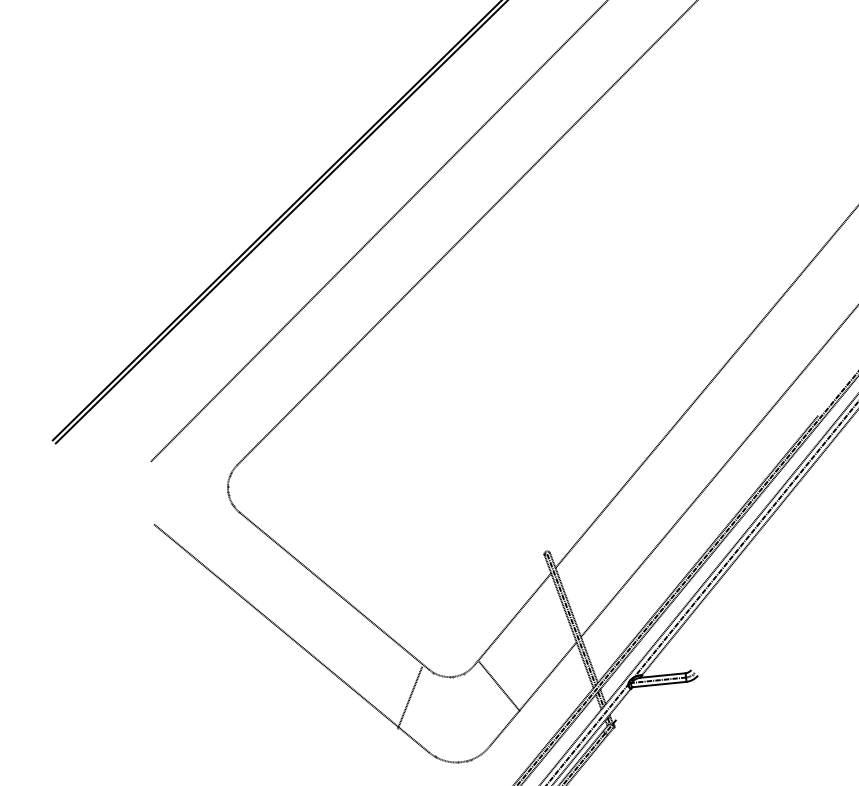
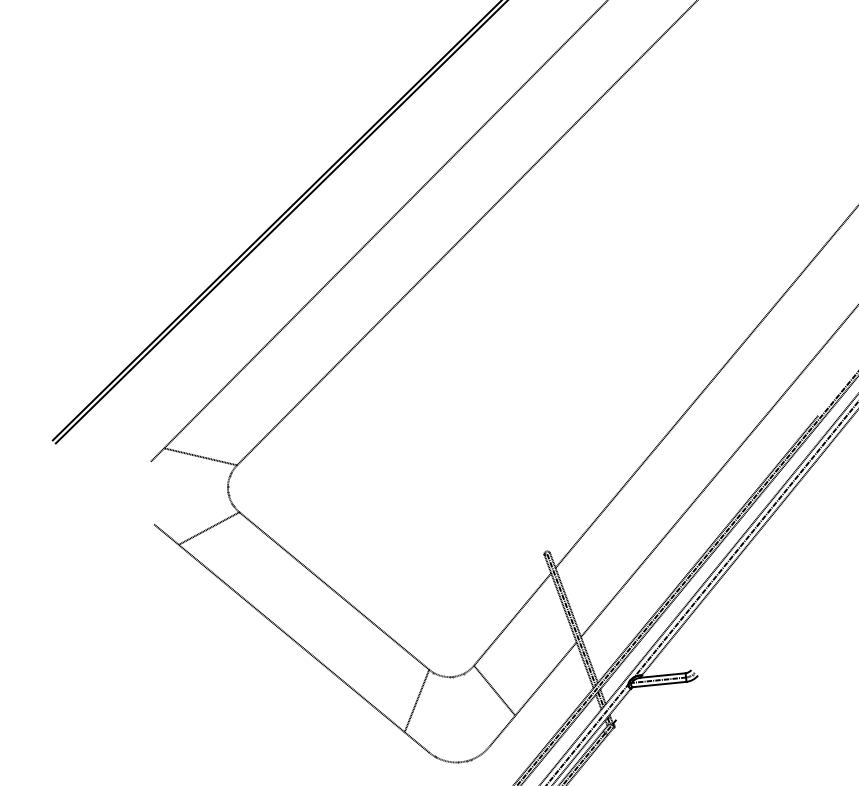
line at (200, 456): none -> present
line at (208, 528): none -> present
line at (499, 686) position: (499, 686) -> (494, 690)
line at (409, 697) position: (409, 697) -> (416, 700)
